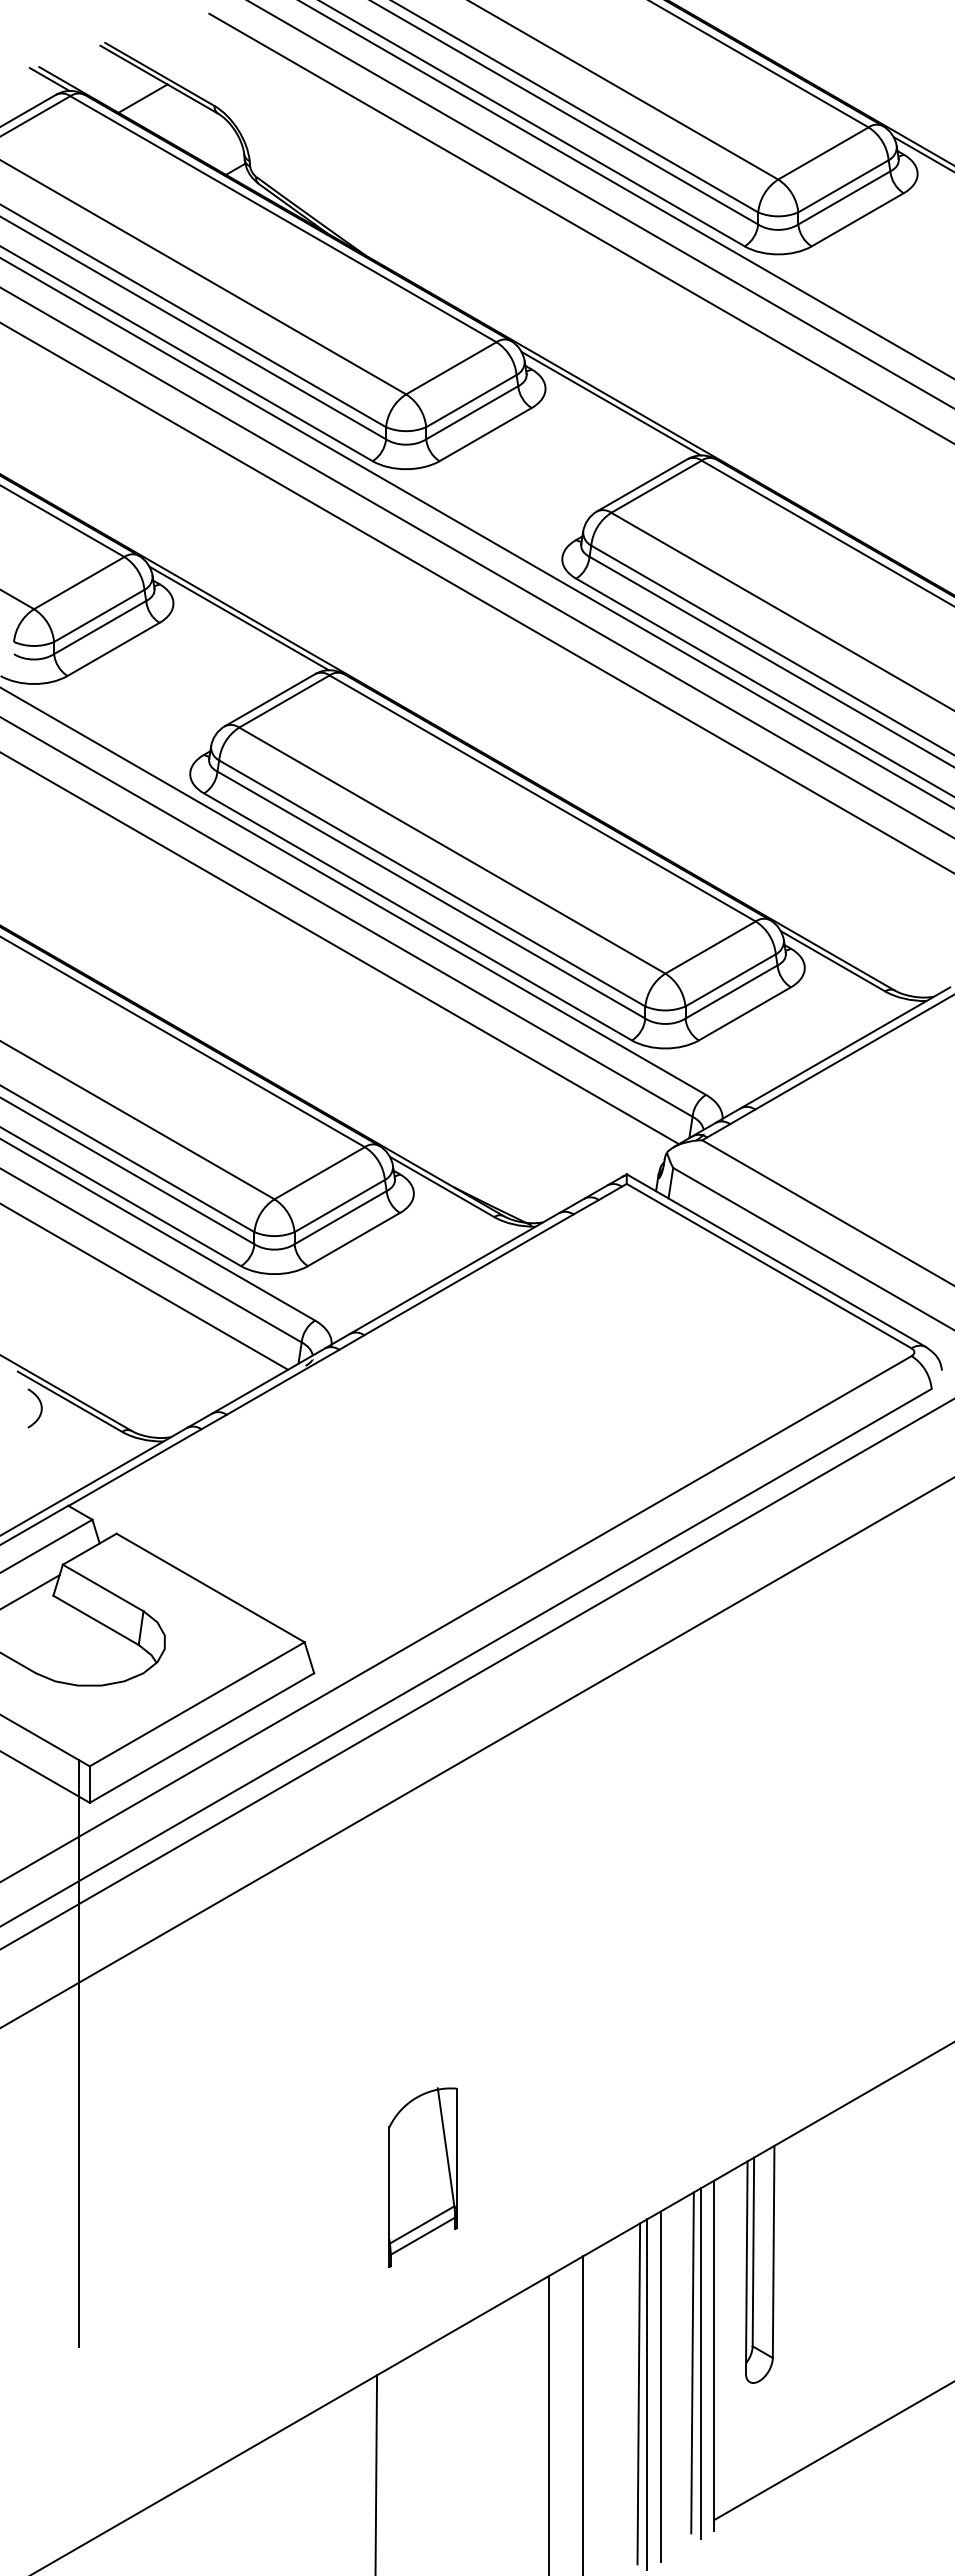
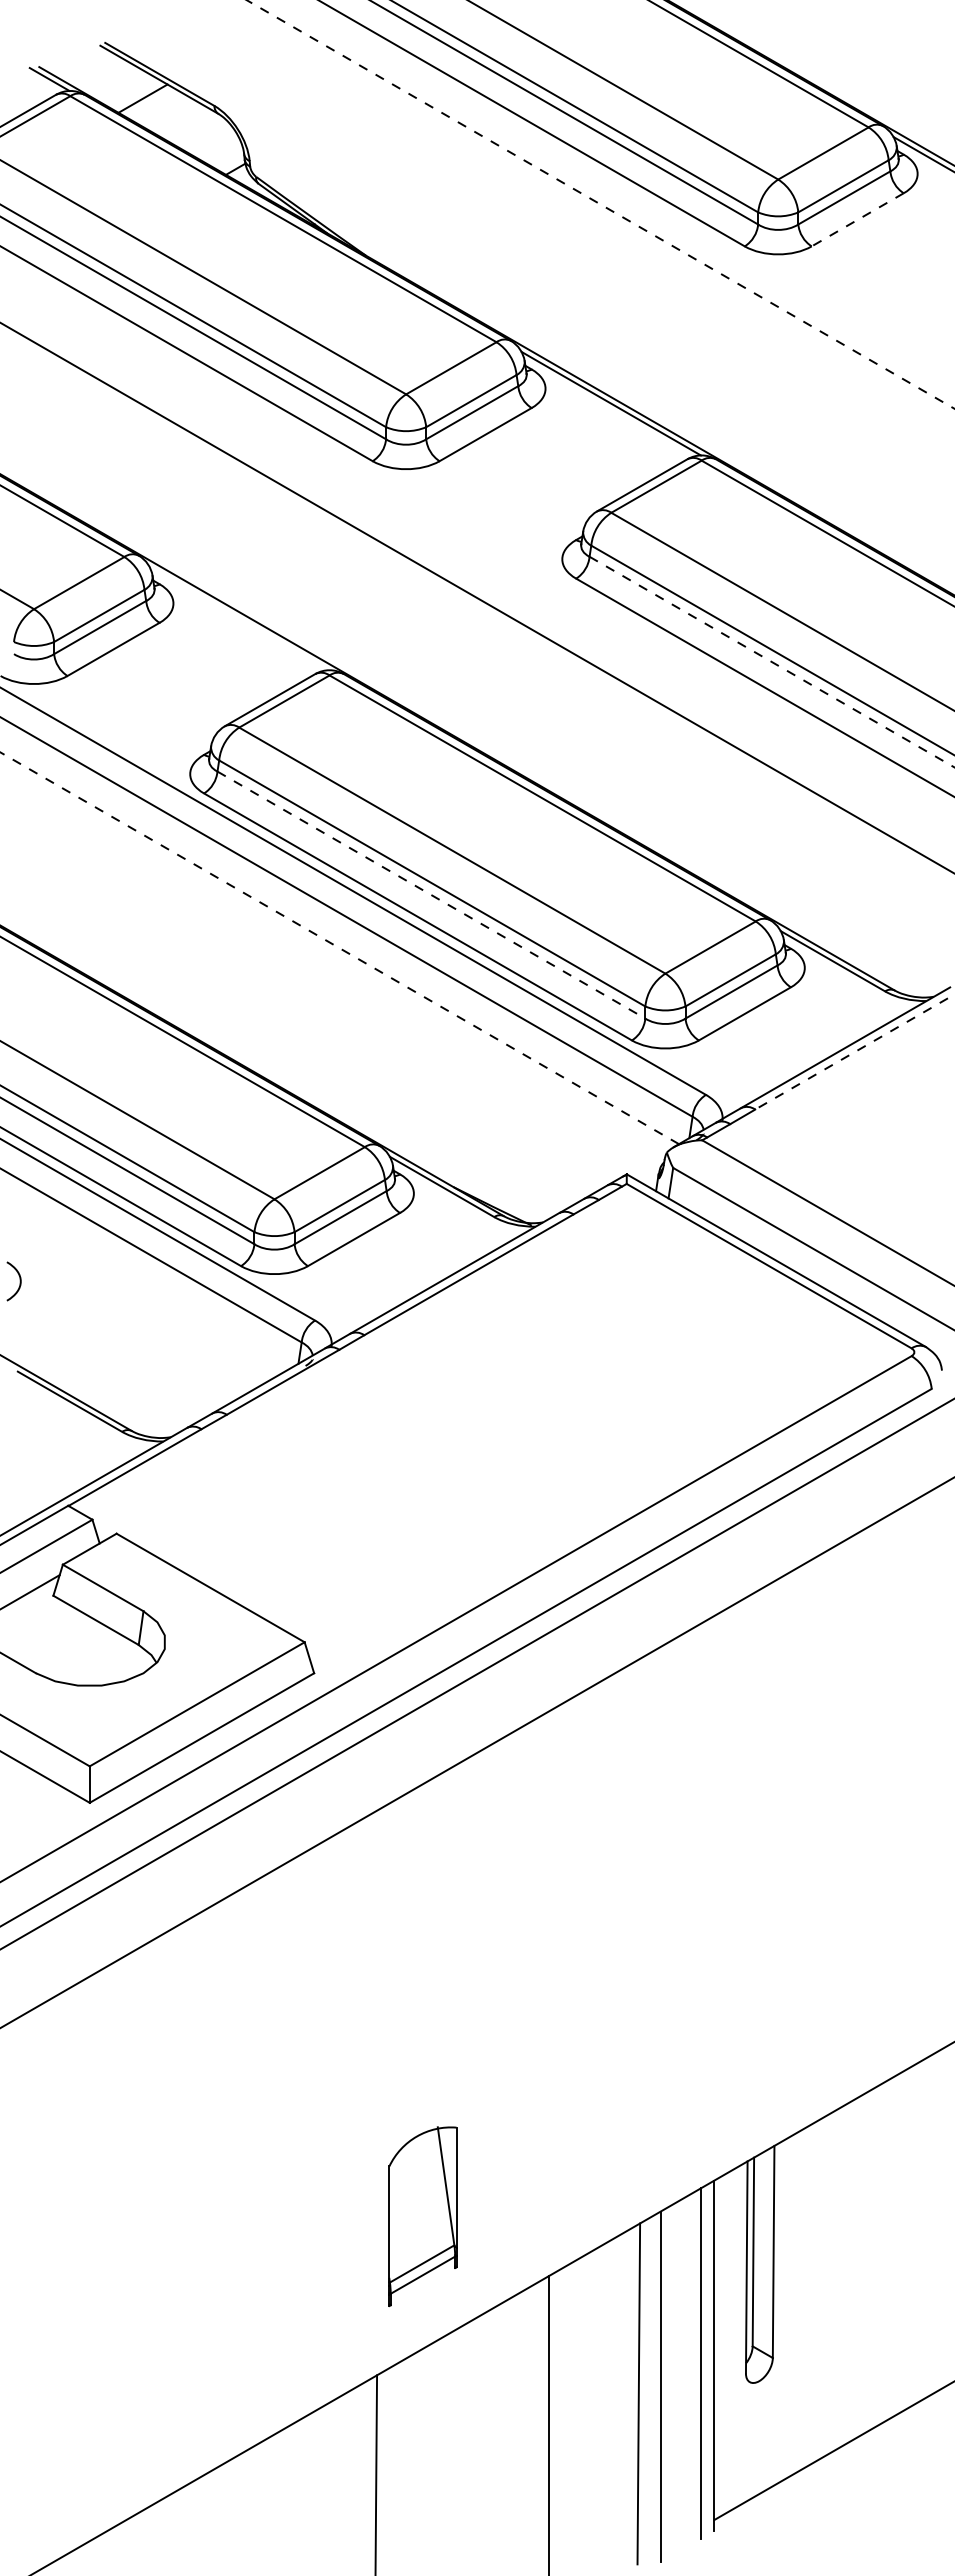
line at (626, 189): present -> none
line at (600, 204): solid -> dashed
line at (857, 220): solid -> dashed
line at (580, 227): present -> none
line at (476, 532): present -> none
line at (476, 562): present -> none
line at (238, 618): present -> none
line at (771, 662): solid -> dashed
line at (431, 895): solid -> dashed
line at (339, 948): solid -> dashed
line at (854, 1052): solid -> dashed
line at (145, 1286): present -> none
curve at (40, 1408) position: (40, 1408) -> (19, 1281)
line at (79, 2053): present -> none
part at (422, 2177) position: (422, 2177) -> (422, 2216)
line at (692, 2362): present -> none
line at (647, 2394): present -> none
line at (583, 2414): present -> none
